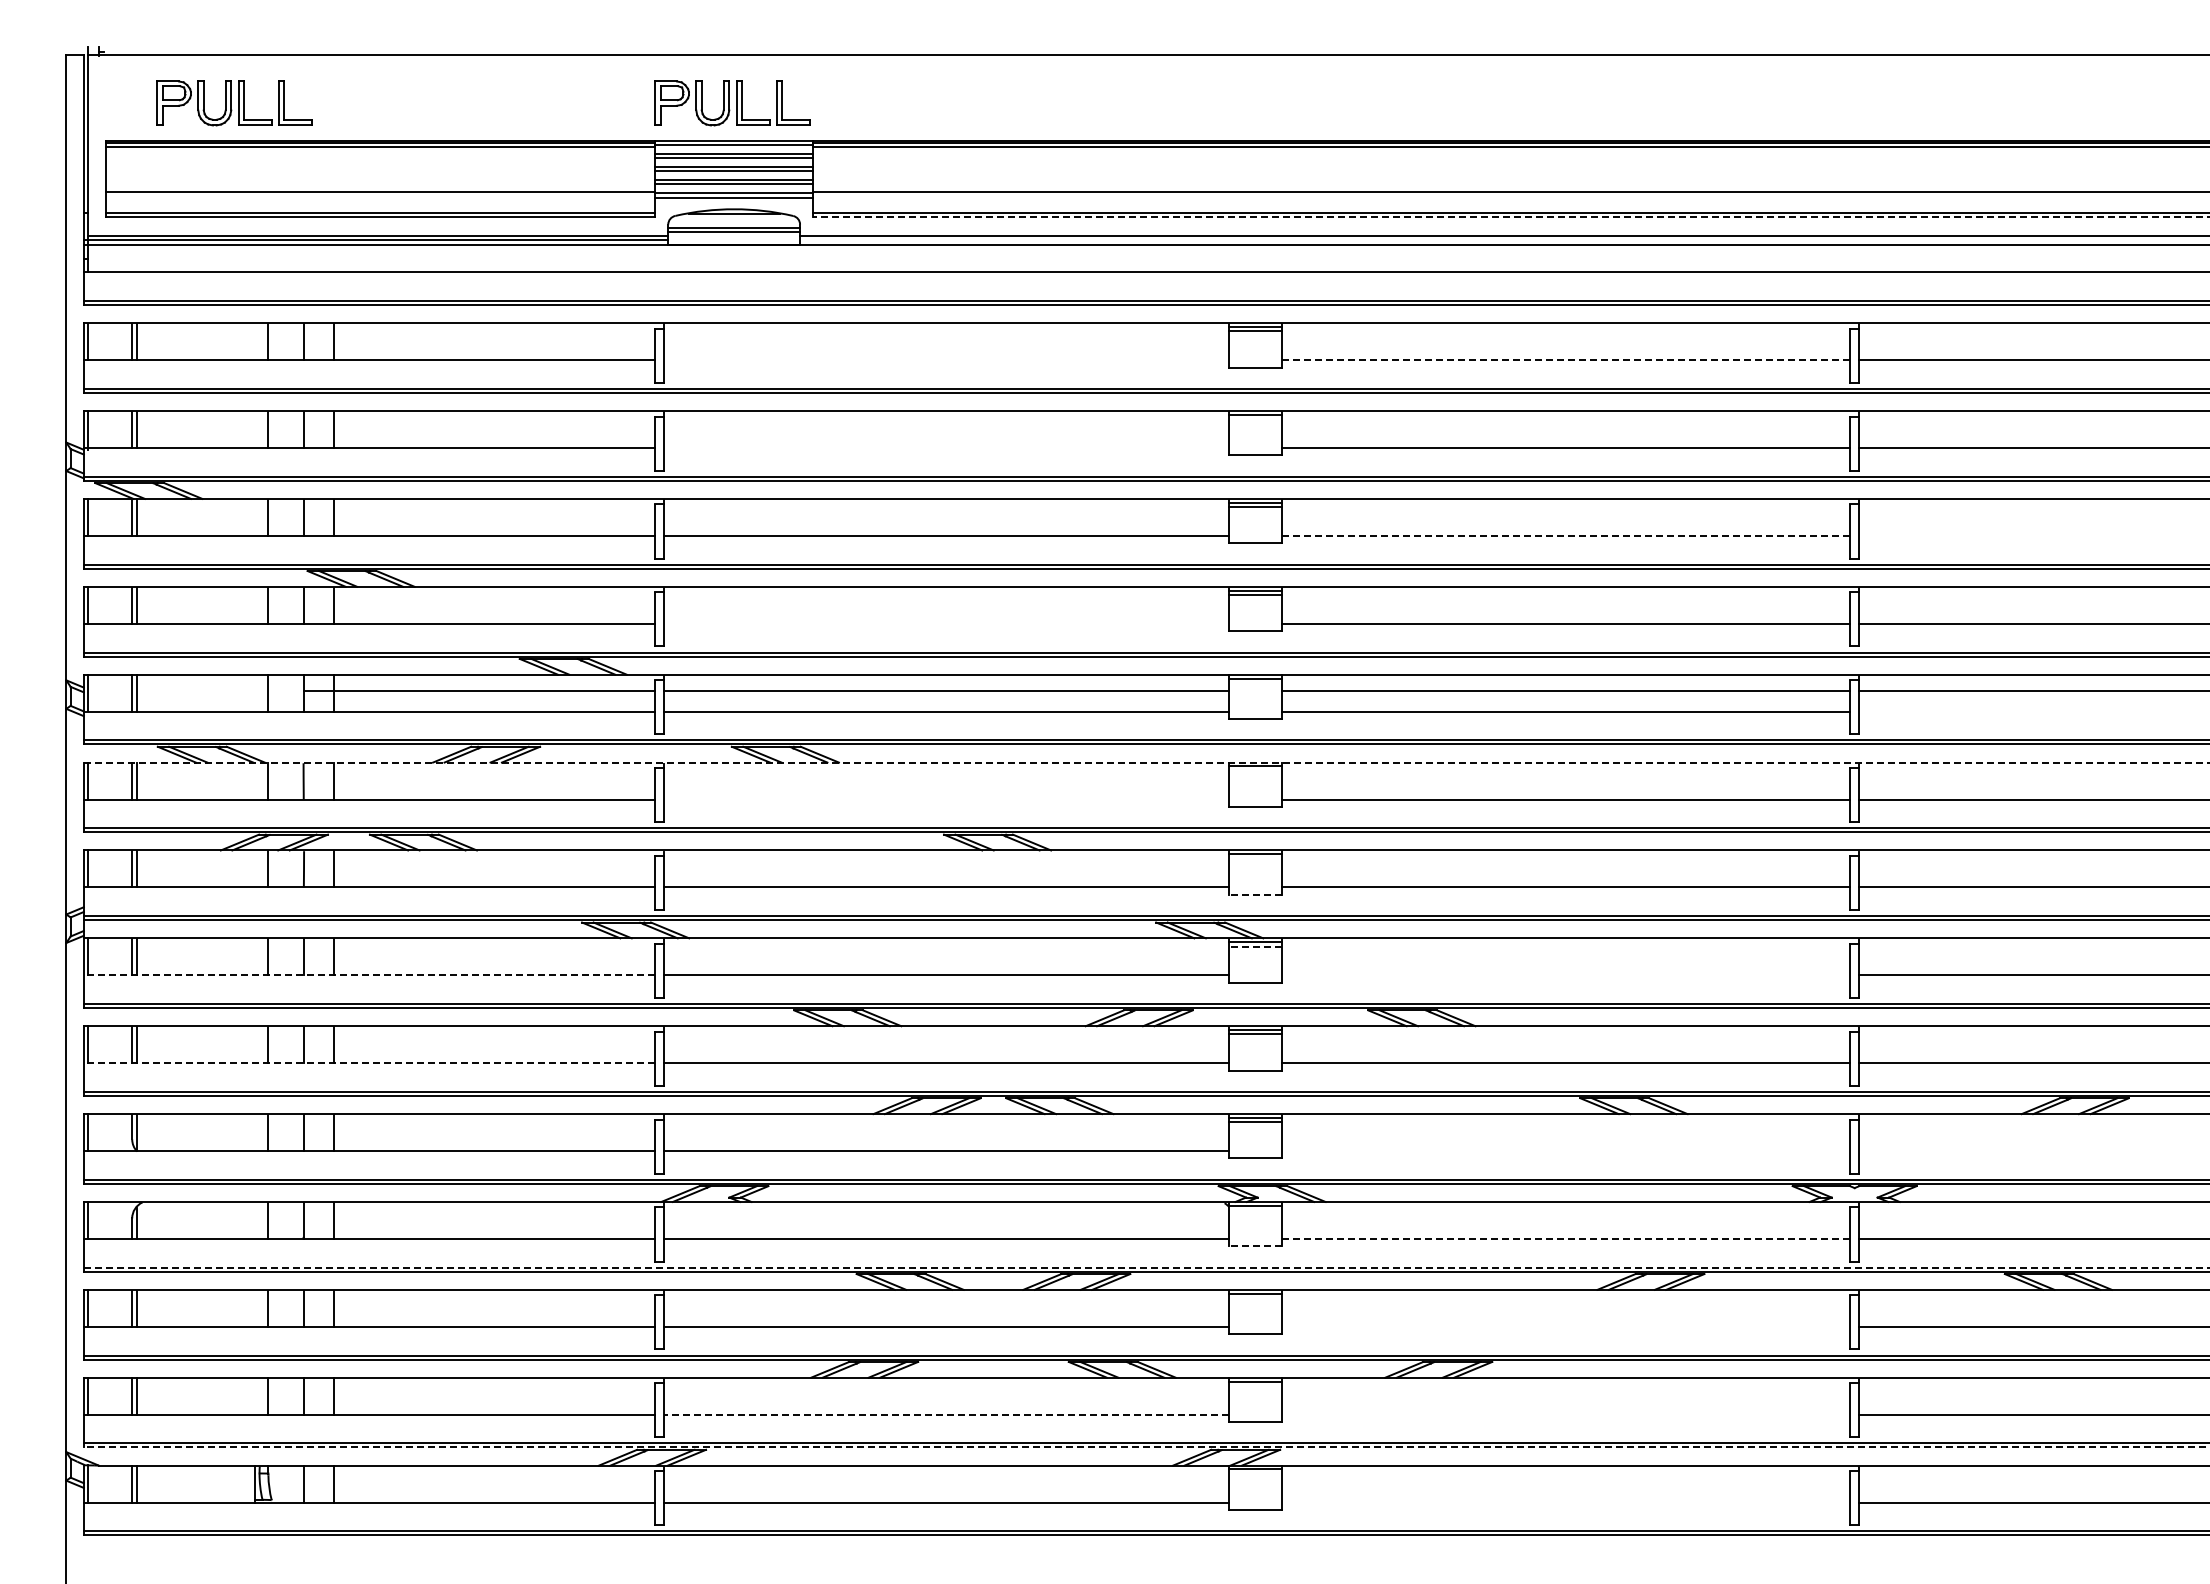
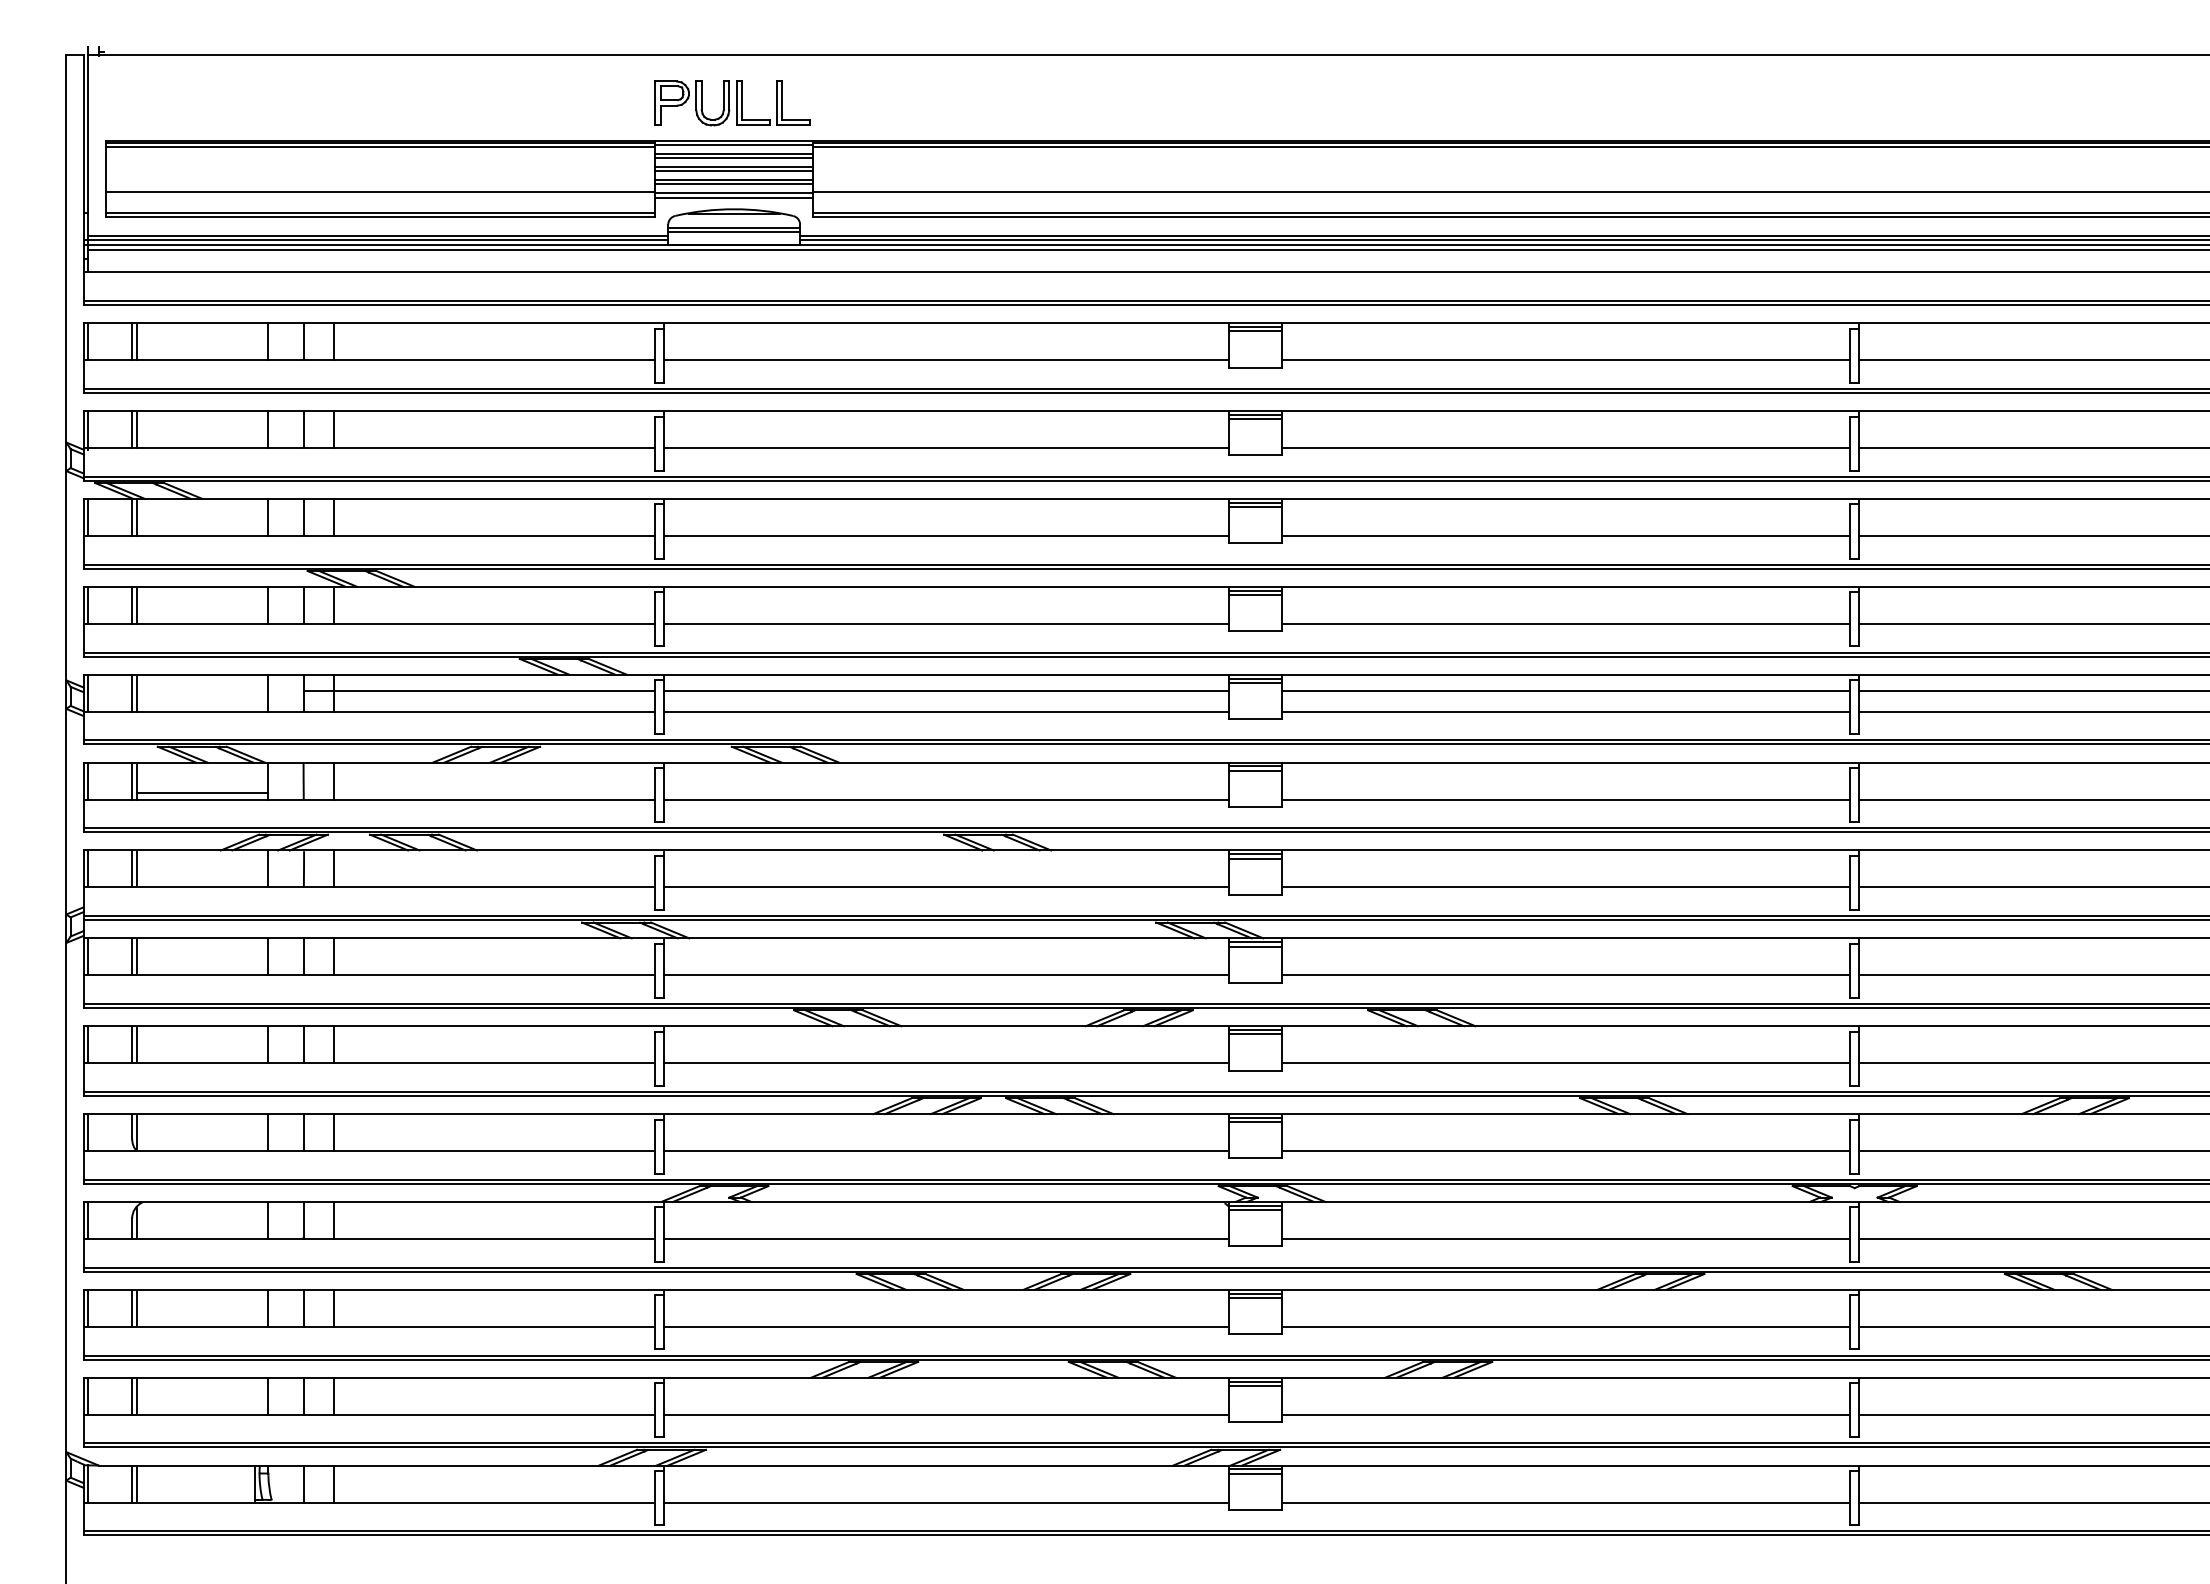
part at (234, 103): present -> none
line at (1511, 217): dashed -> solid
line at (1503, 240): none -> present
line at (1147, 249): none -> present
line at (945, 360): none -> present
line at (1565, 360): dashed -> solid
line at (1254, 419): none -> present
line at (945, 448): none -> present
line at (1565, 535): dashed -> solid
line at (2032, 535): none -> present
line at (945, 623): none -> present
line at (1254, 682): none -> present
line at (2032, 711): none -> present
line at (1146, 762): dashed -> solid
line at (1254, 770): none -> present
line at (202, 793): none -> present
line at (945, 799): none -> present
line at (1254, 858): none -> present
line at (1254, 894): dashed -> solid
line at (1254, 946): dashed -> solid
line at (369, 975): dashed -> solid
line at (1565, 975): none -> present
line at (369, 1063): dashed -> solid
line at (1565, 1151): none -> present
line at (2032, 1151): none -> present
line at (1254, 1210): none -> present
line at (1565, 1238): dashed -> solid
line at (1254, 1246): dashed -> solid
line at (1146, 1267): dashed -> solid
line at (1254, 1298): none -> present
line at (1565, 1326): none -> present
line at (1254, 1386): none -> present
line at (946, 1414): dashed -> solid
line at (1565, 1414): none -> present
line at (1146, 1447): dashed -> solid
line at (1254, 1473): none -> present
line at (1565, 1502): none -> present
